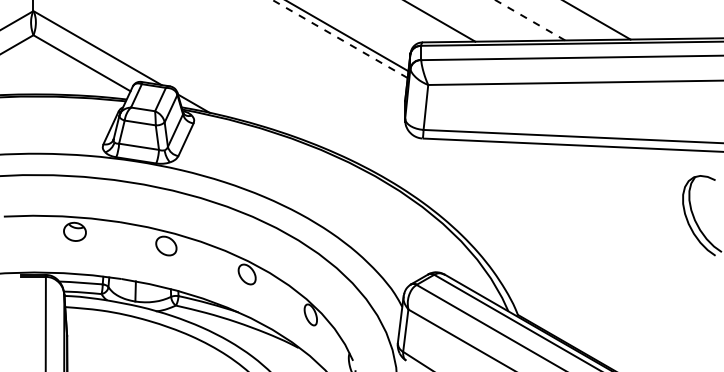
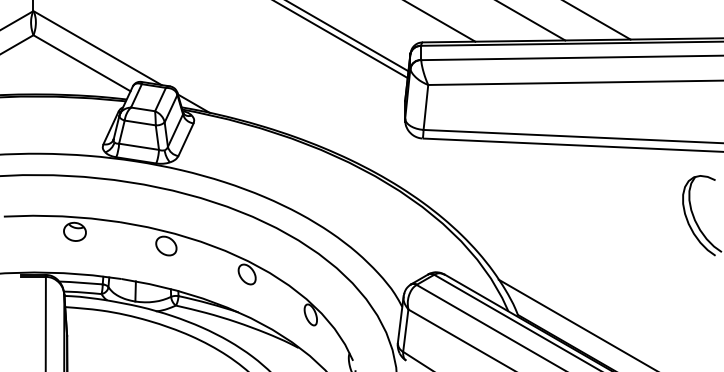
line at (529, 19): dashed -> solid
line at (340, 39): dashed -> solid
line at (575, 323): none -> present
